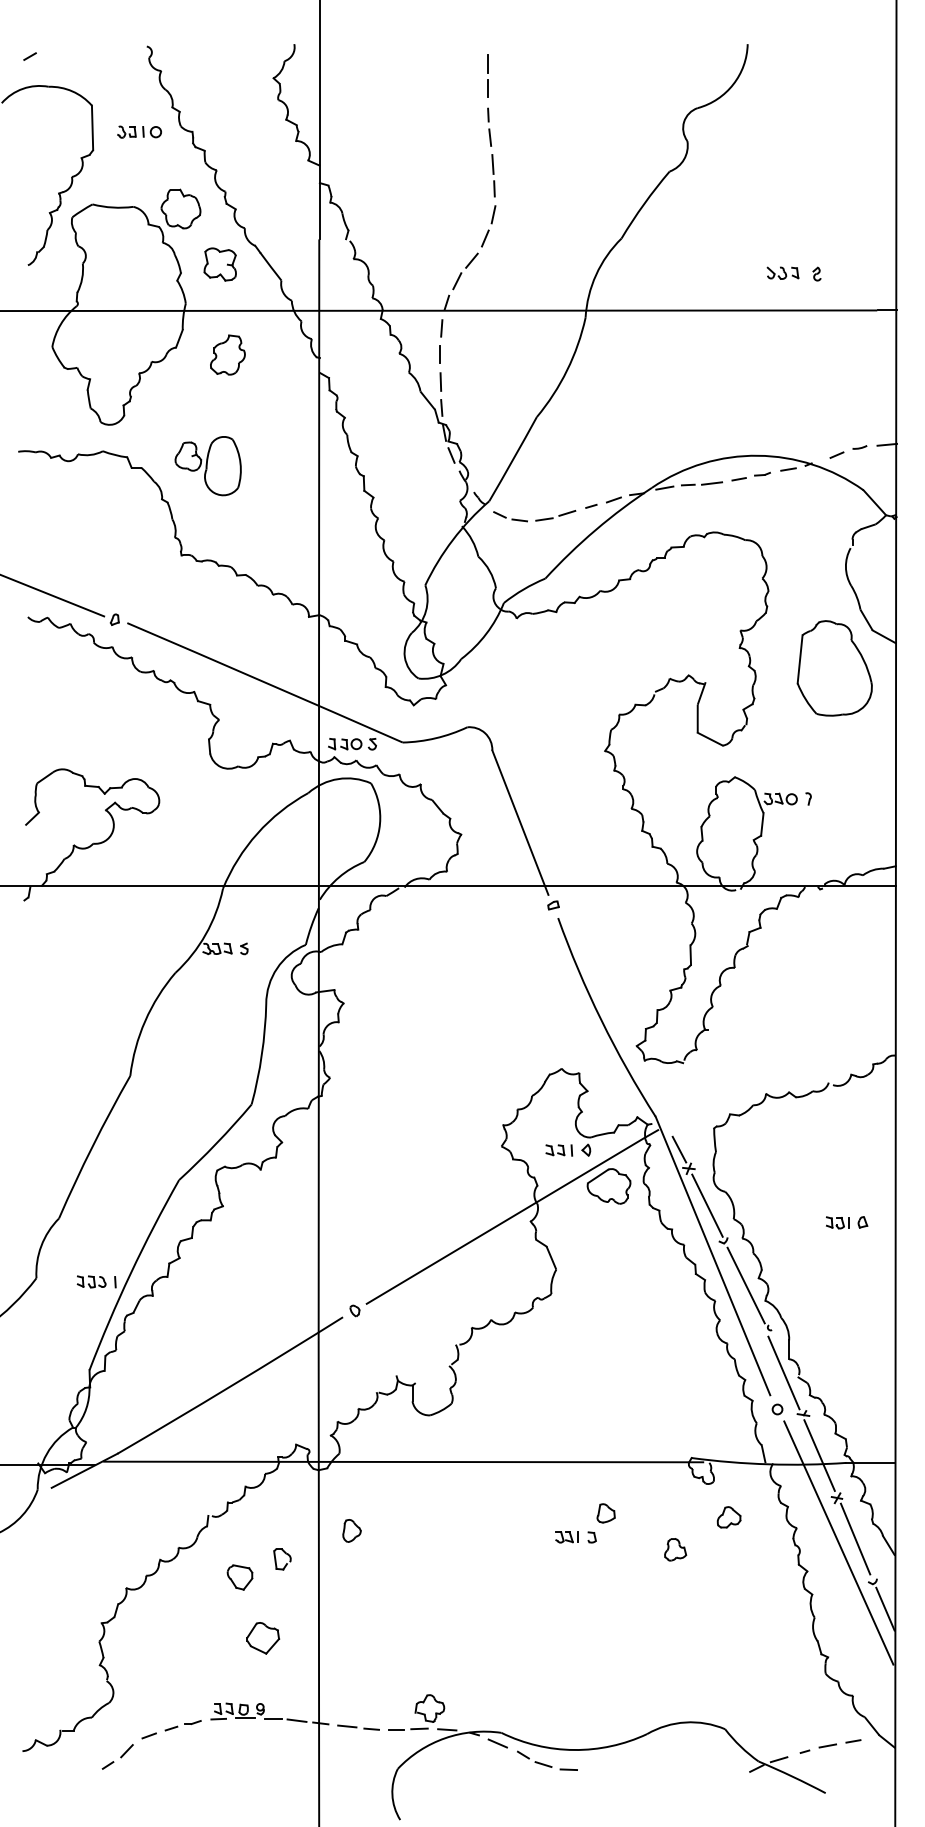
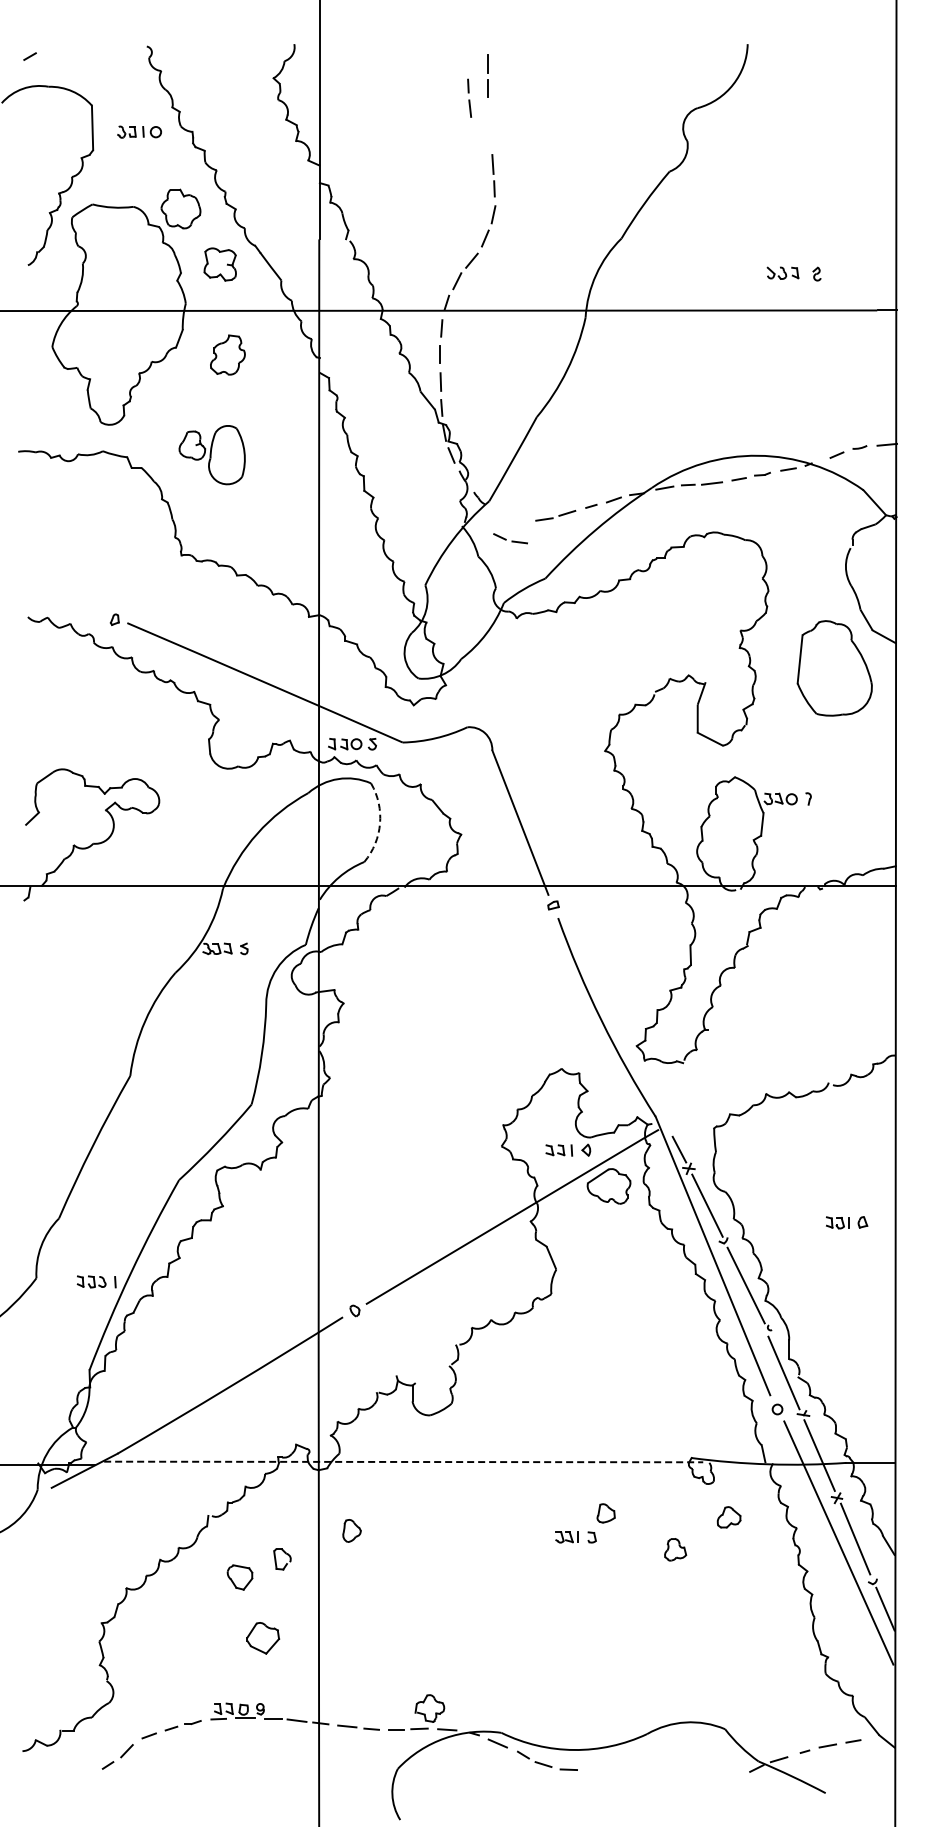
part at (489, 126) position: (489, 126) -> (469, 97)
part at (207, 466) position: (207, 466) -> (211, 455)
part at (510, 516) position: (510, 516) -> (510, 538)
line at (53, 595): present -> none
arc at (380, 823): solid -> dashed
line at (403, 1461): solid -> dashed
